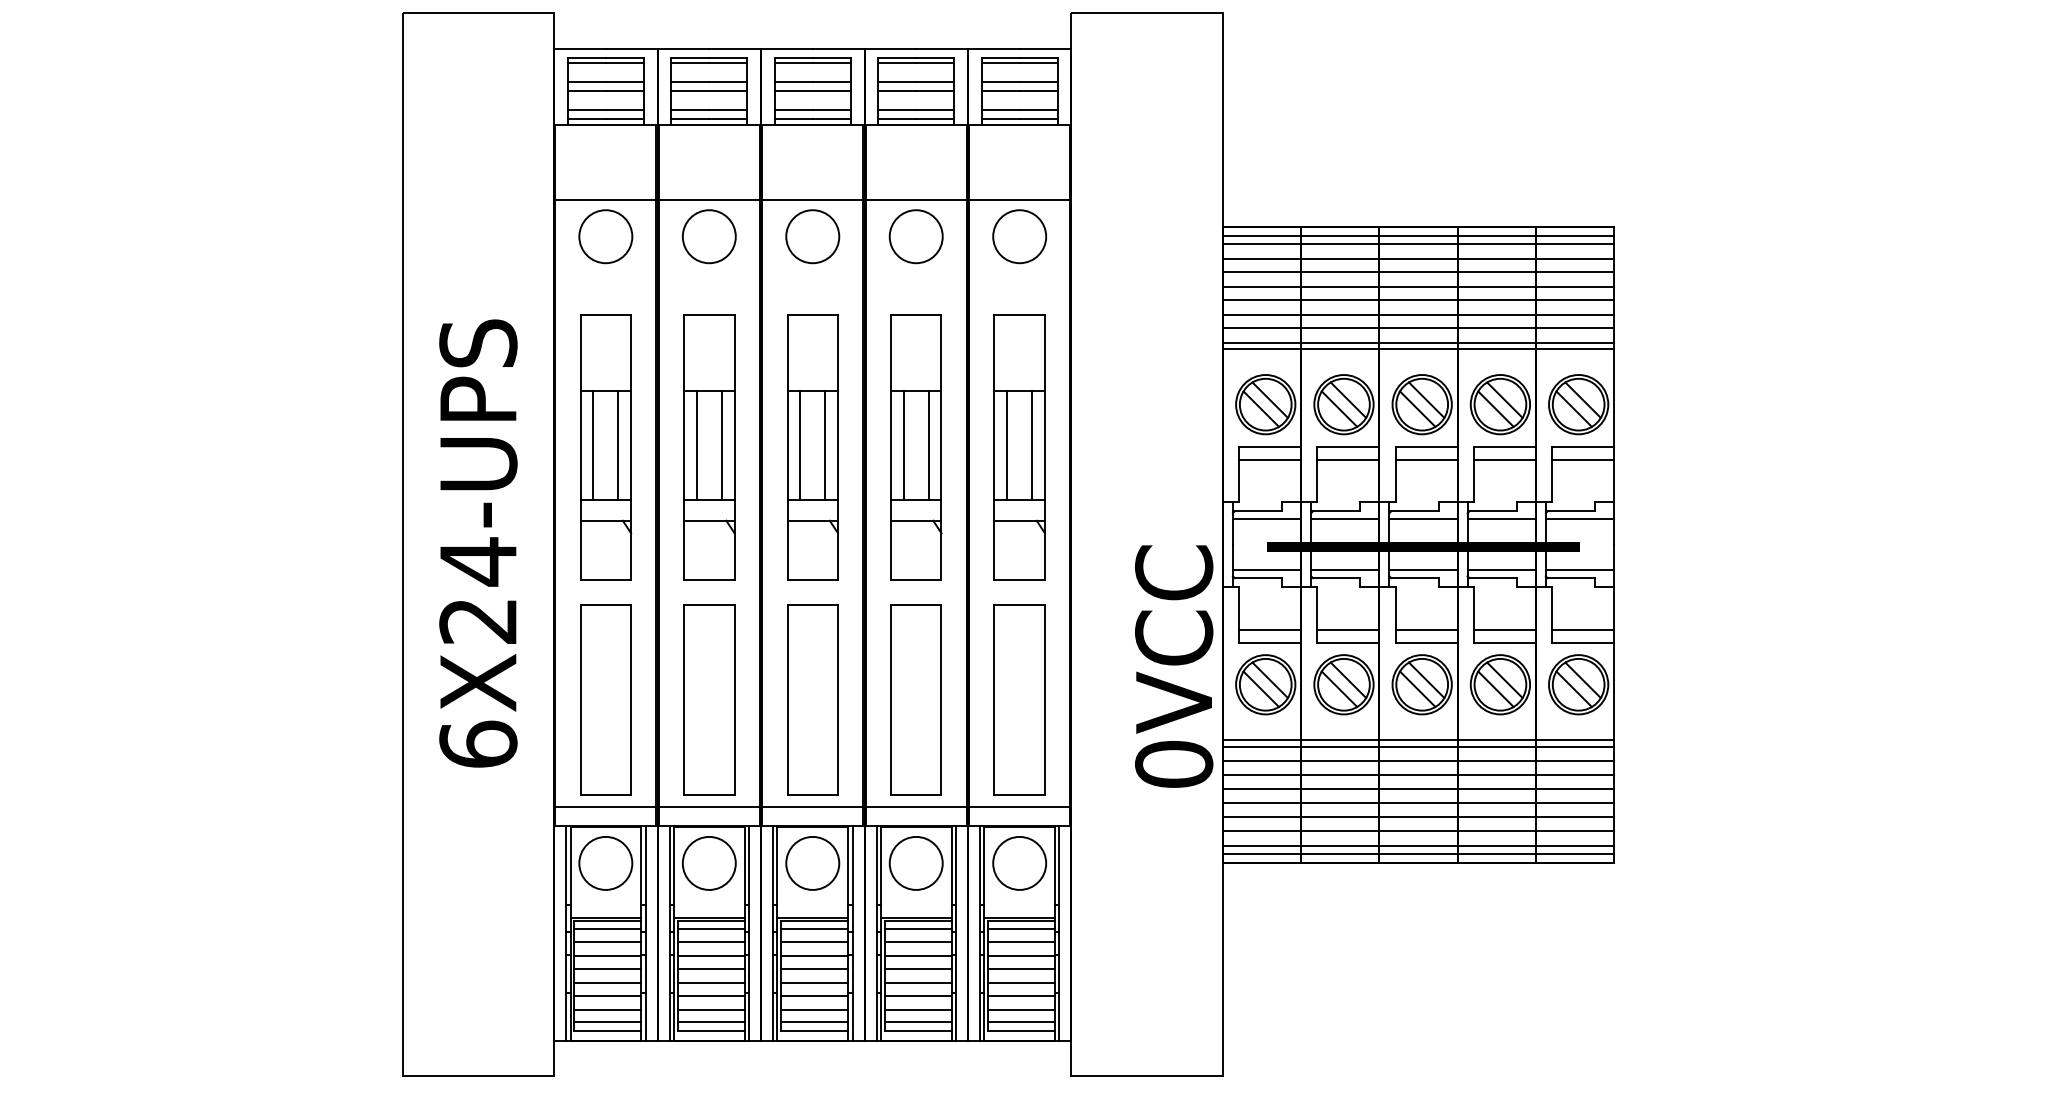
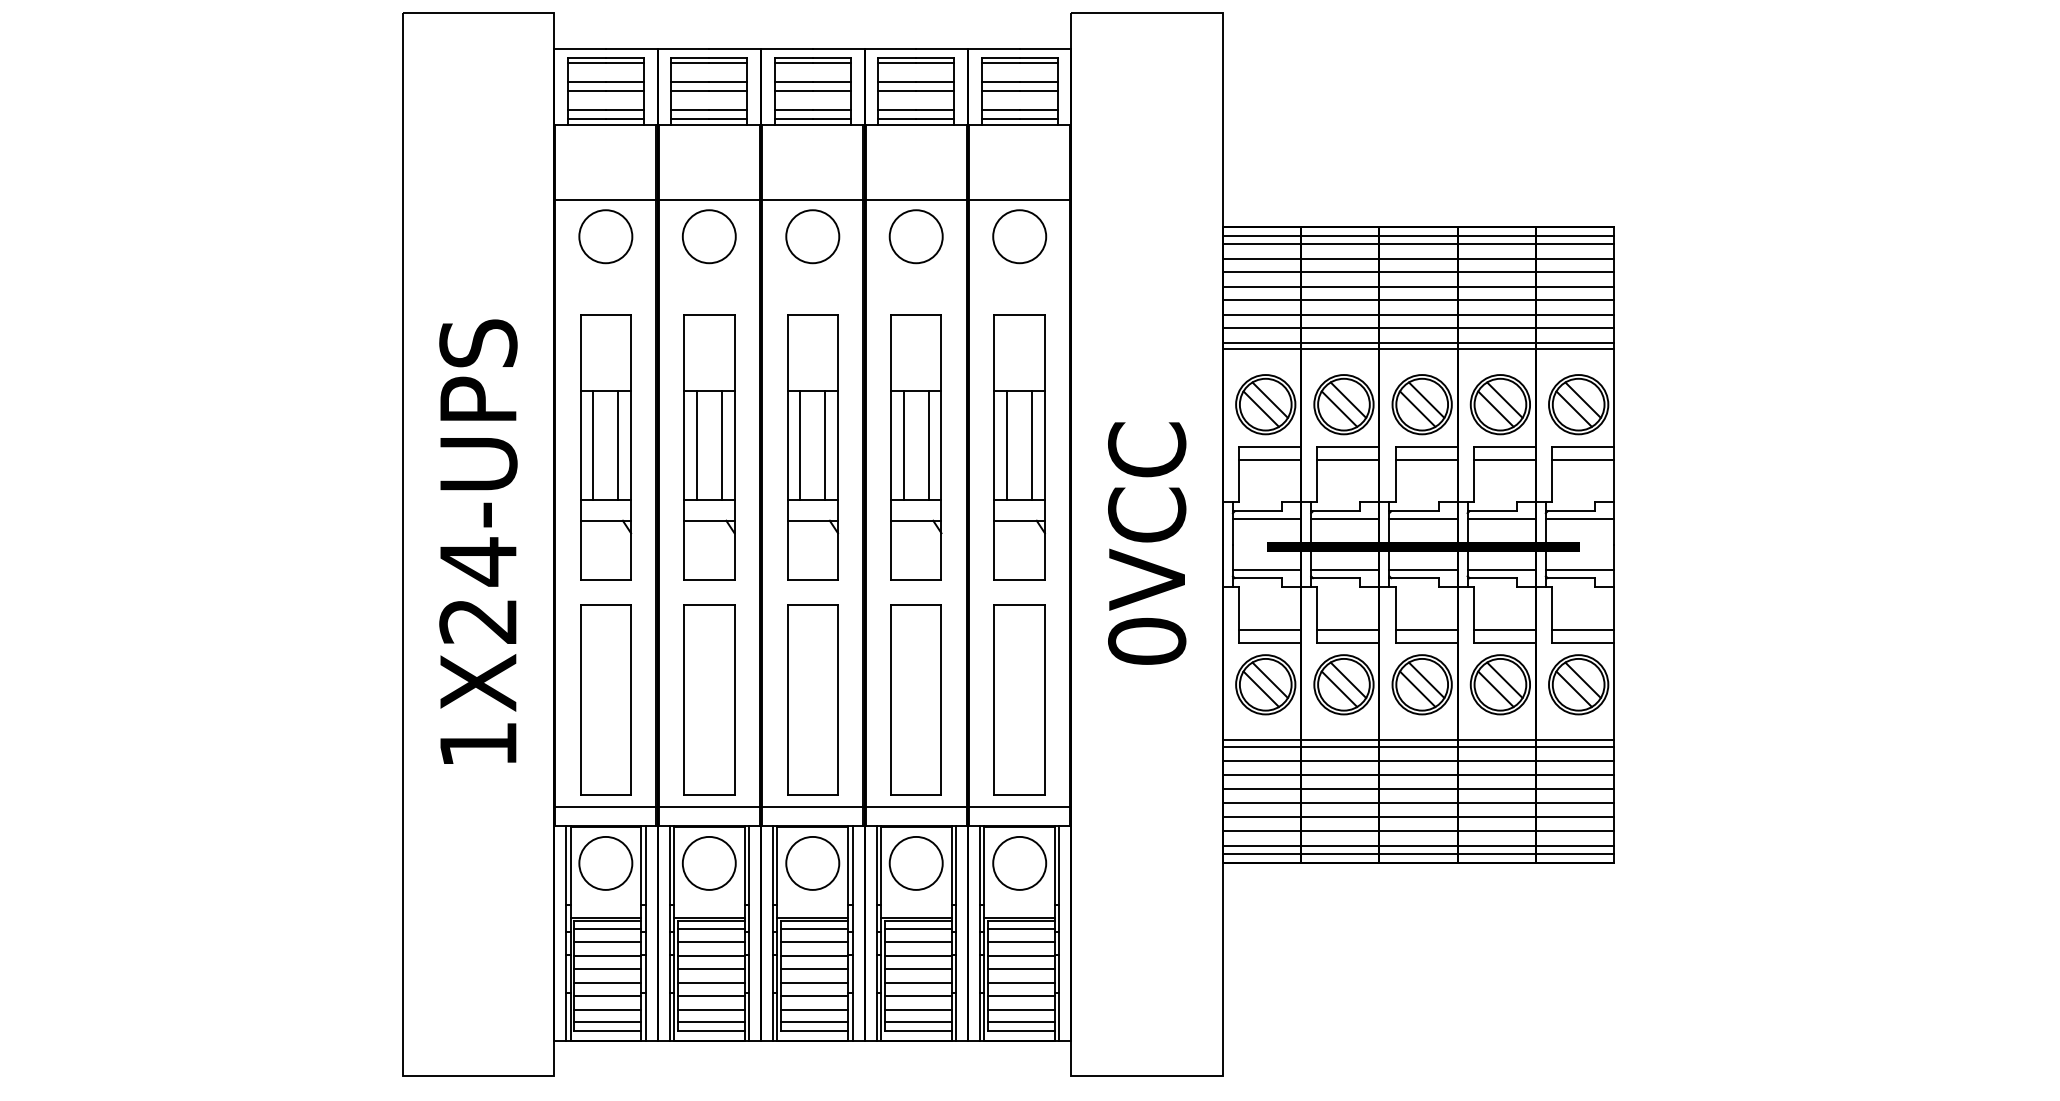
text at (1174, 666) position: (1174, 666) -> (1147, 543)
text at (478, 743): 6X24-UPS -> 1X24-UPS
